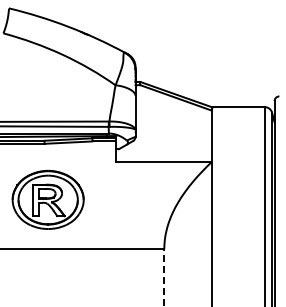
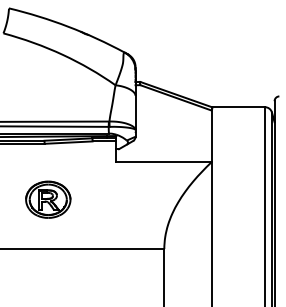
part at (47, 199) size: 74x61 px -> 47x39 px
line at (164, 277): dashed -> solid
